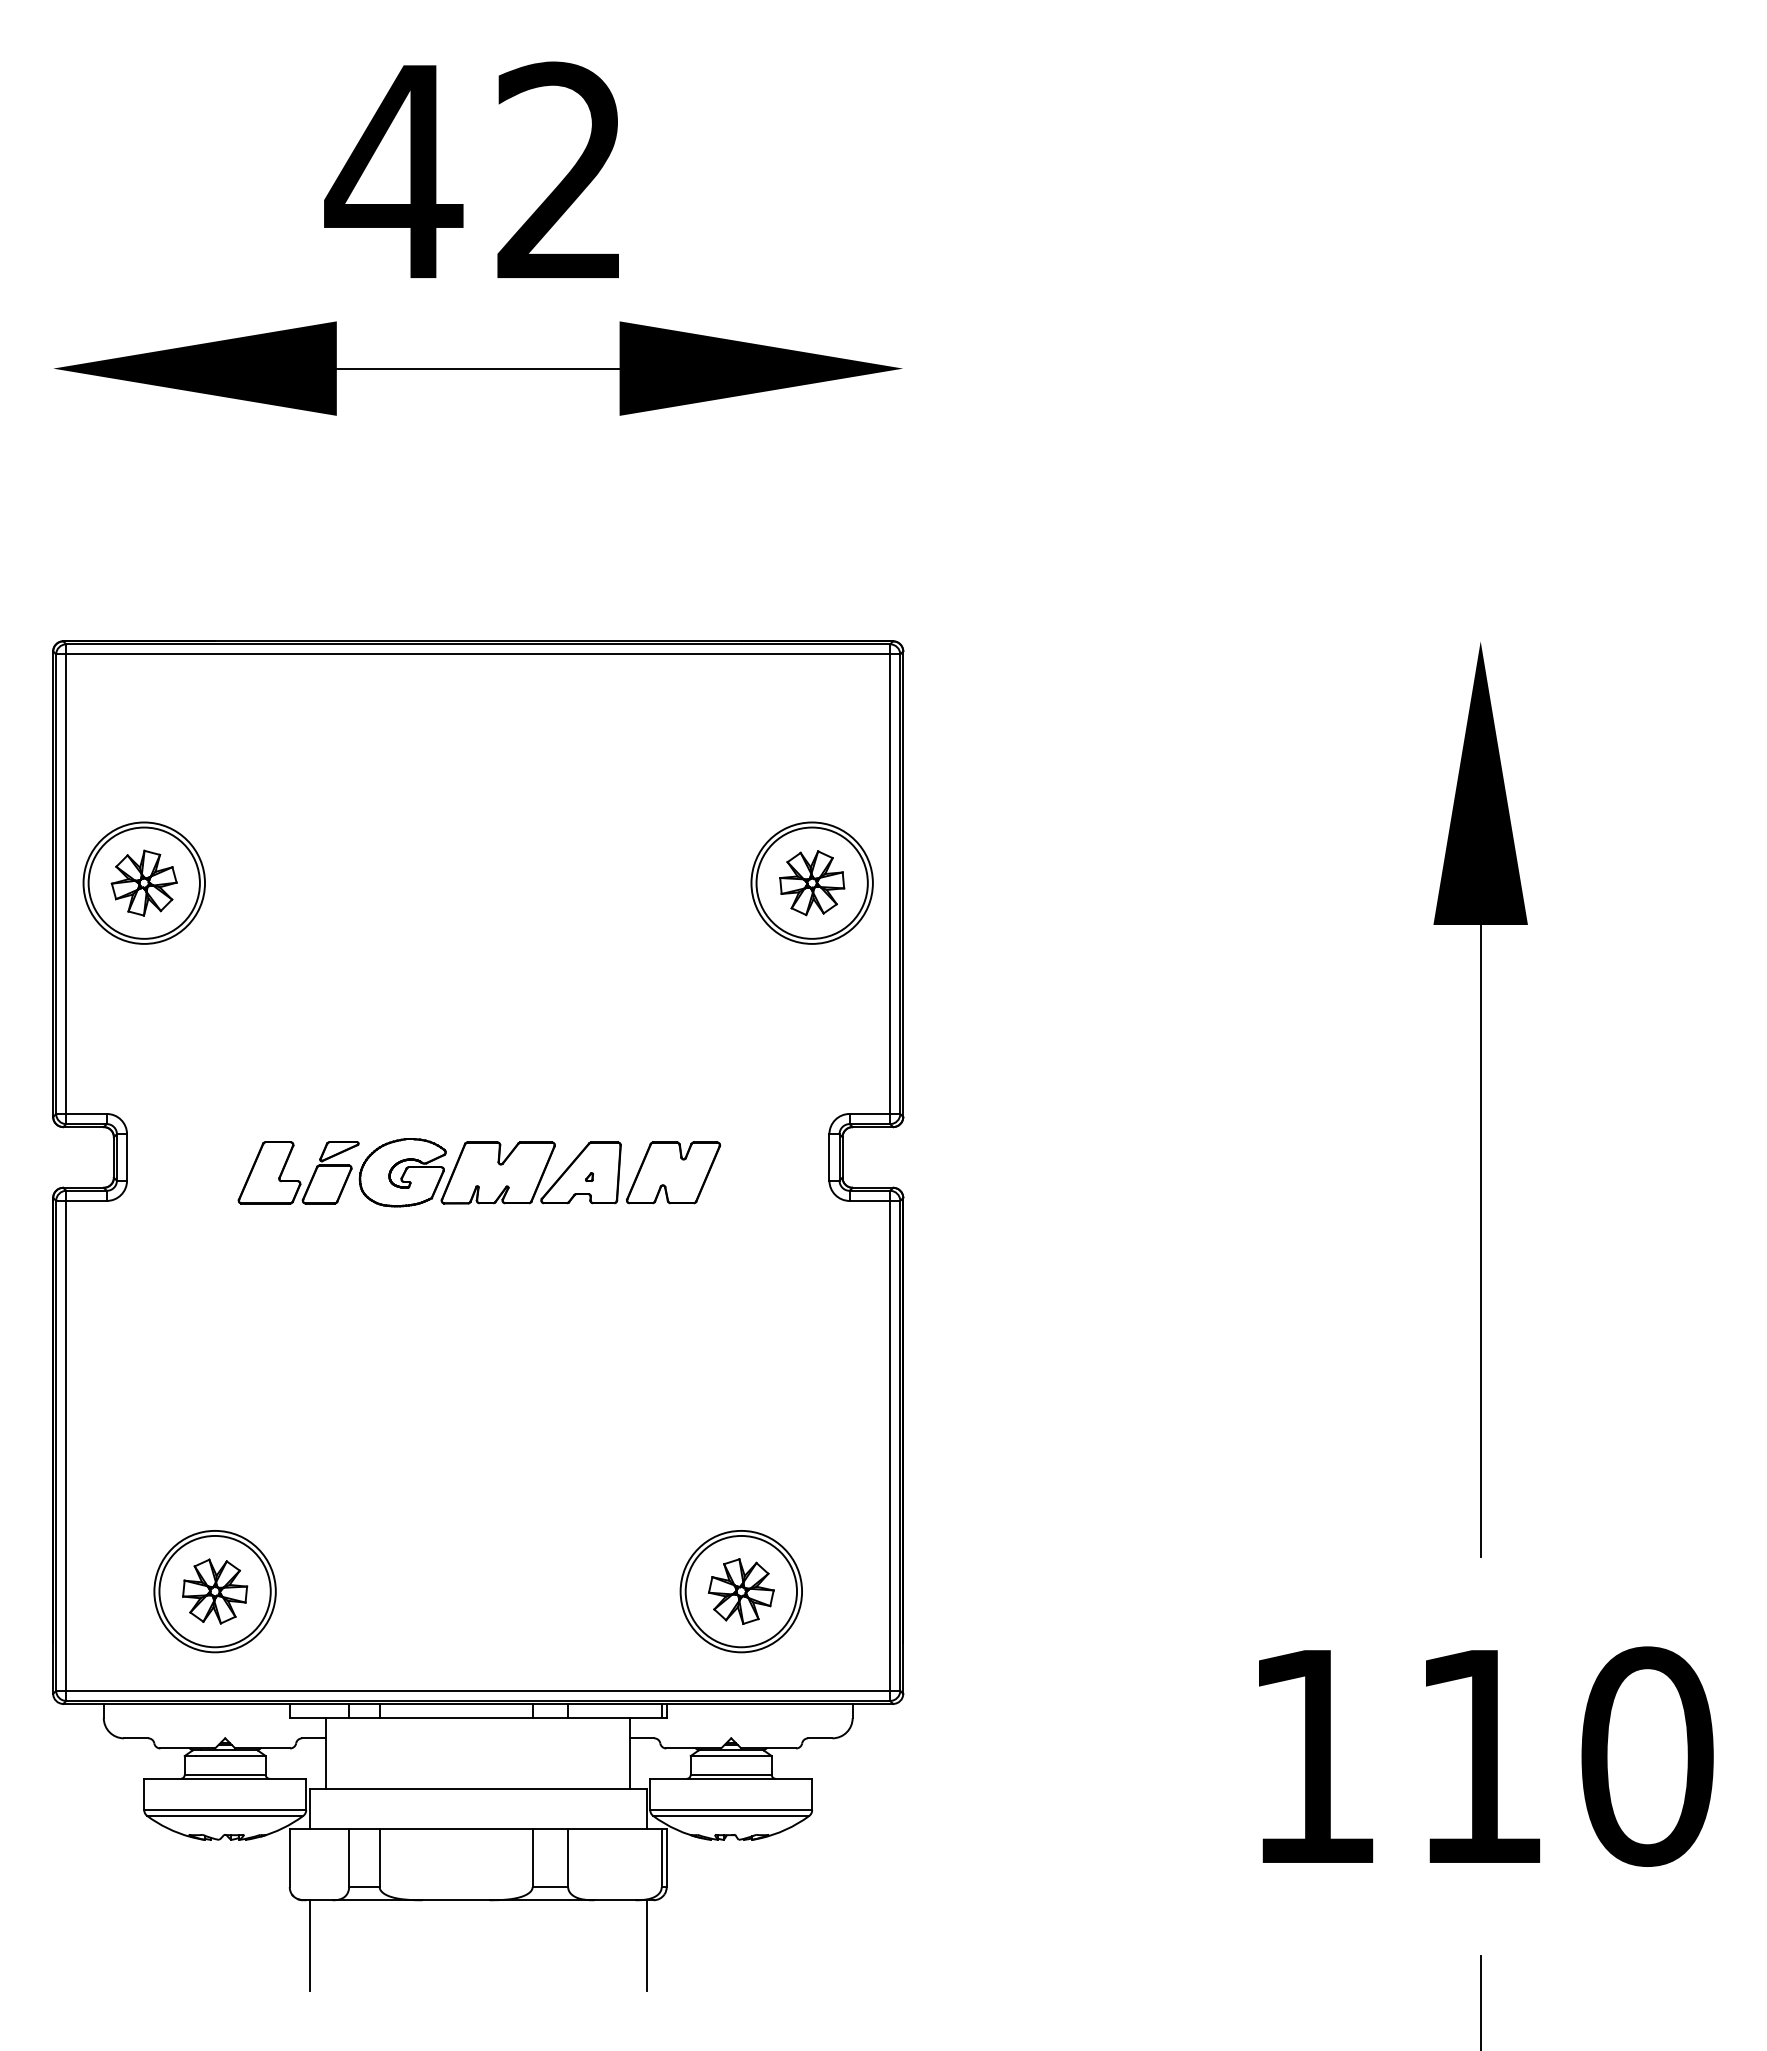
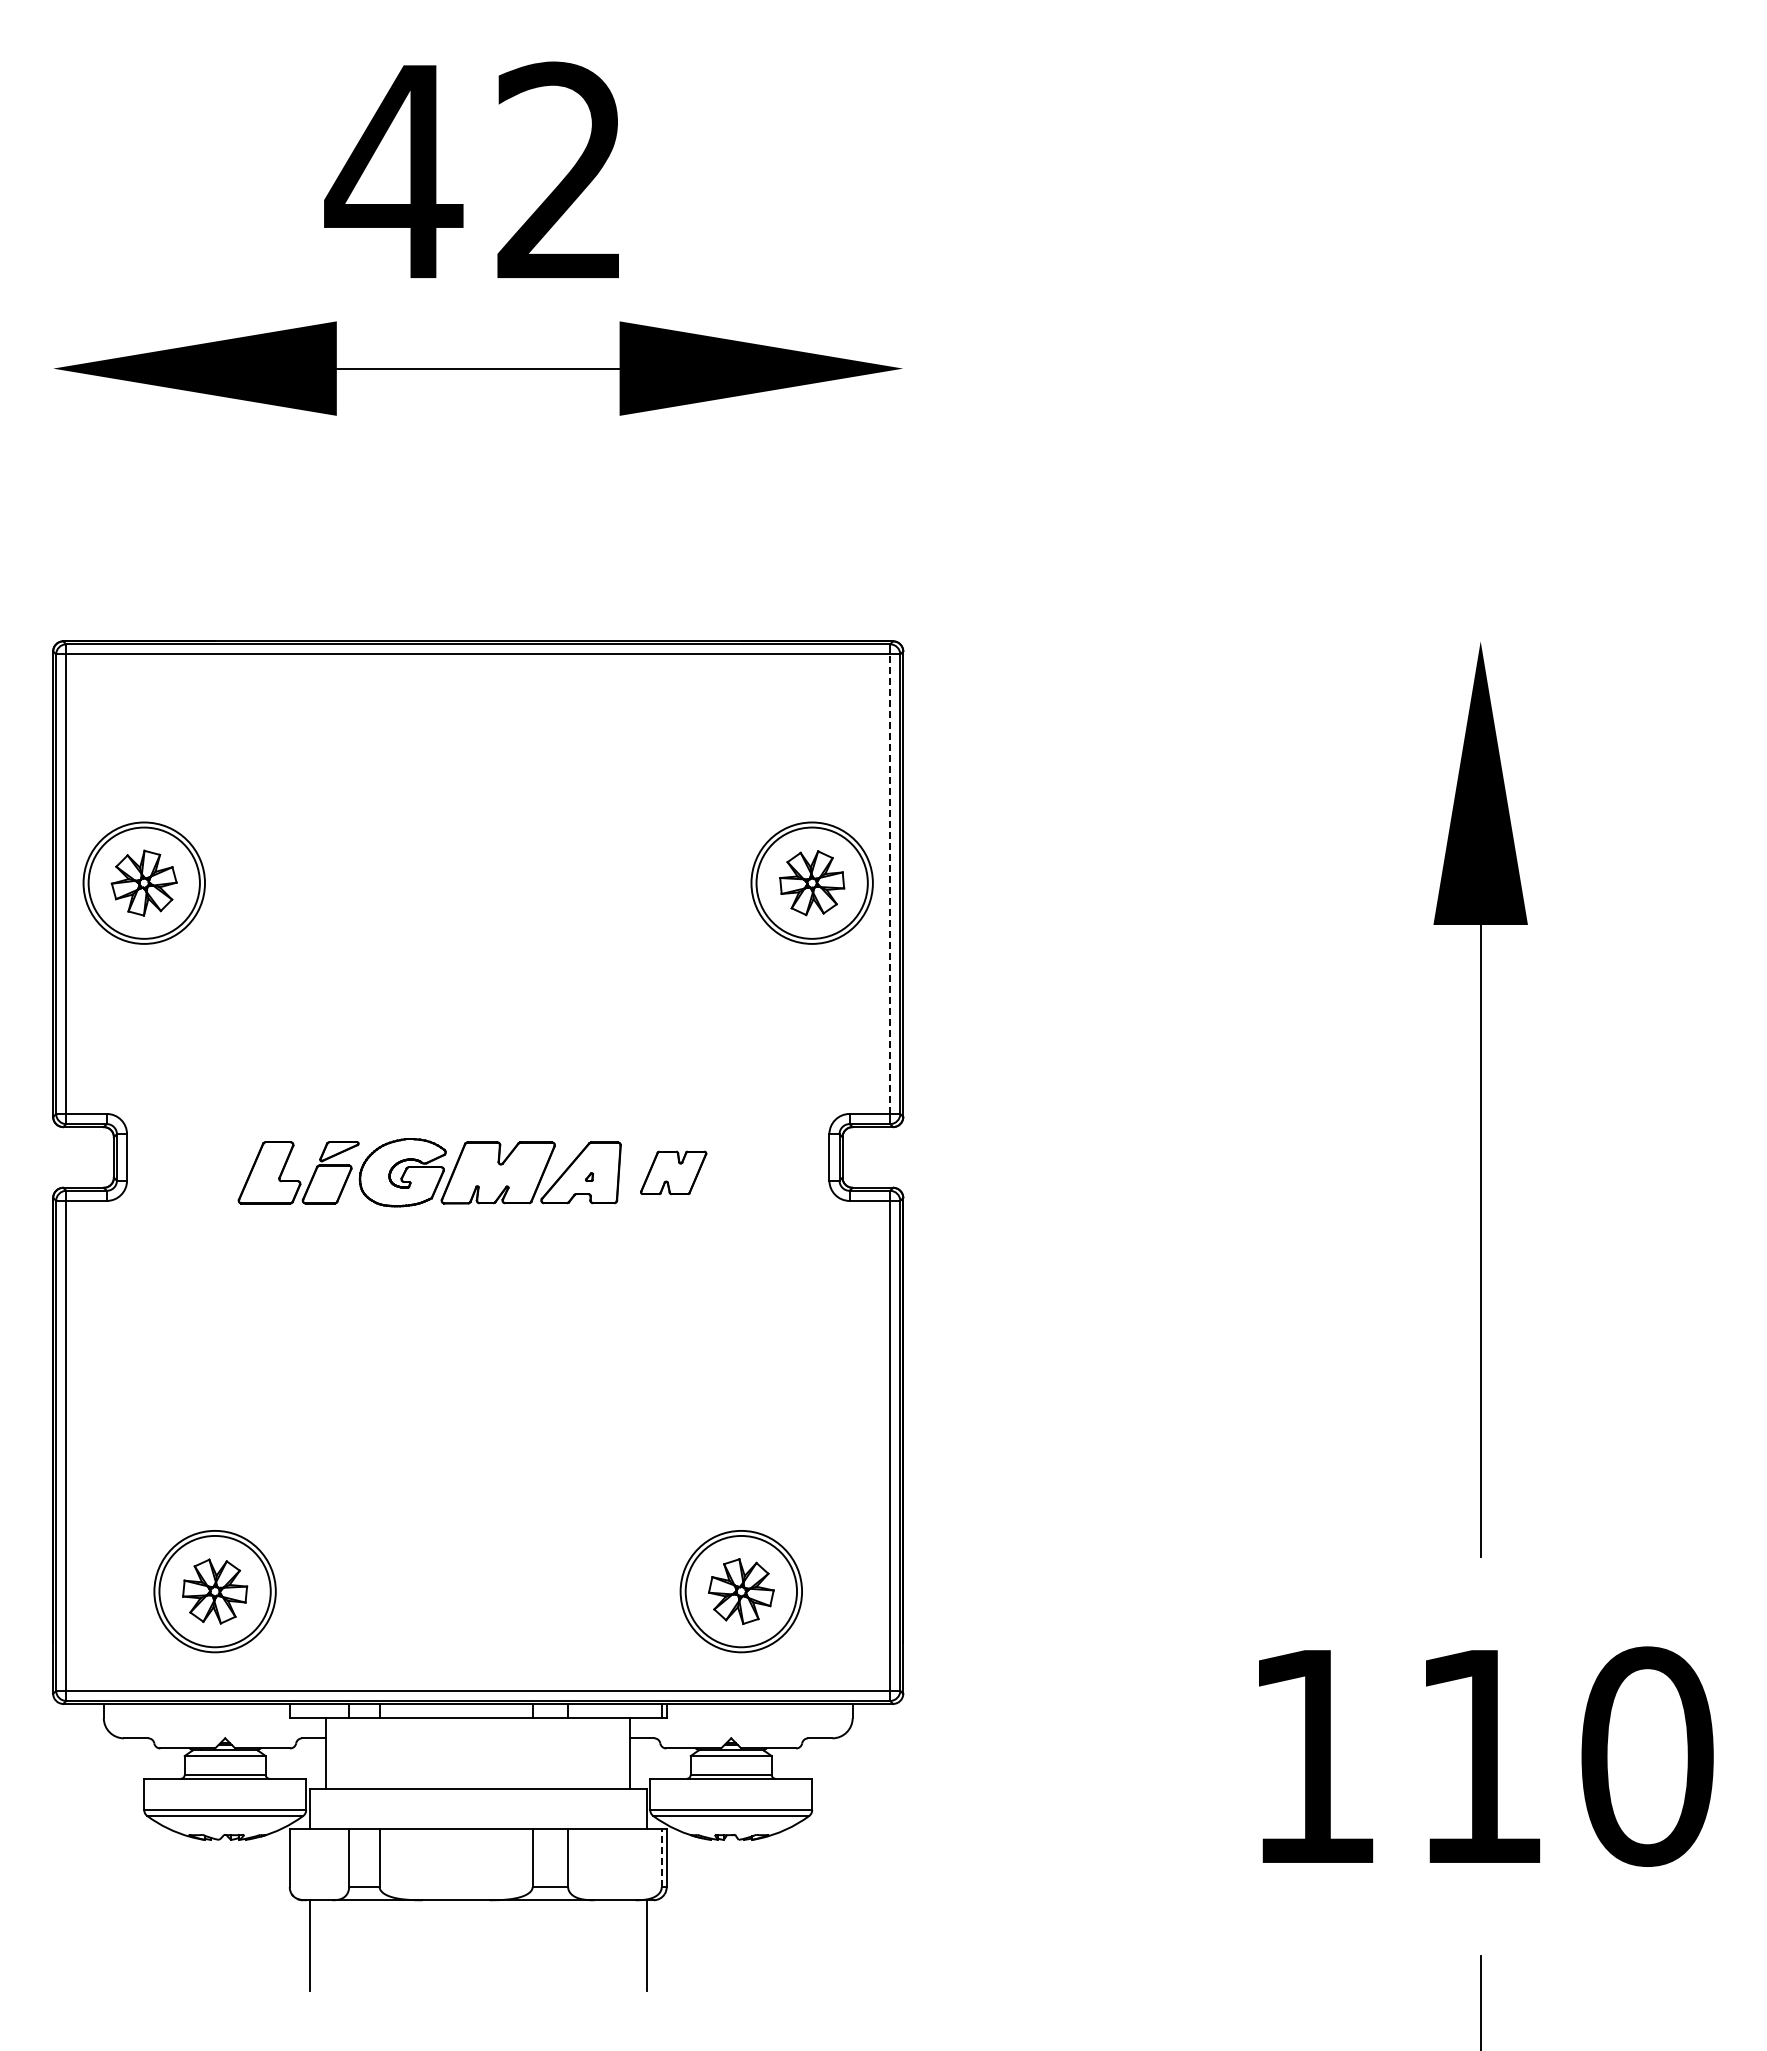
line at (890, 884): solid -> dashed
part at (673, 1172) size: 96x64 px -> 68x46 px
line at (661, 1858): solid -> dashed
